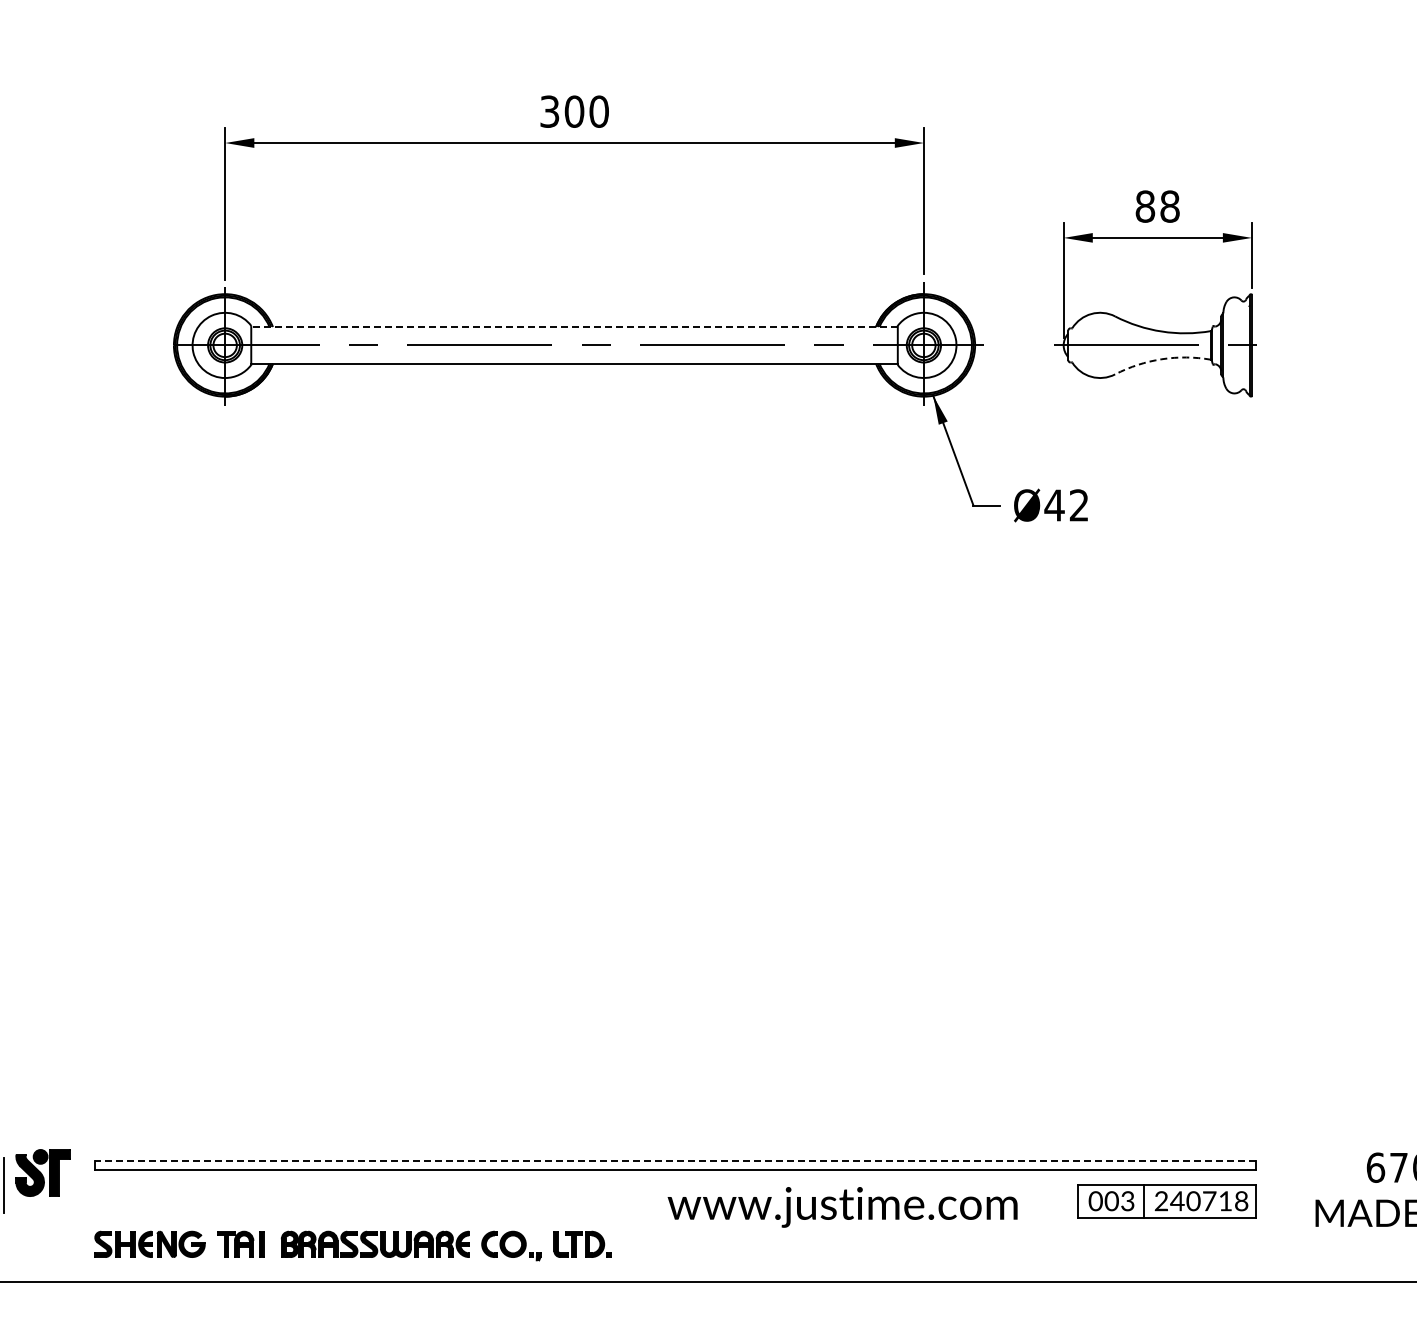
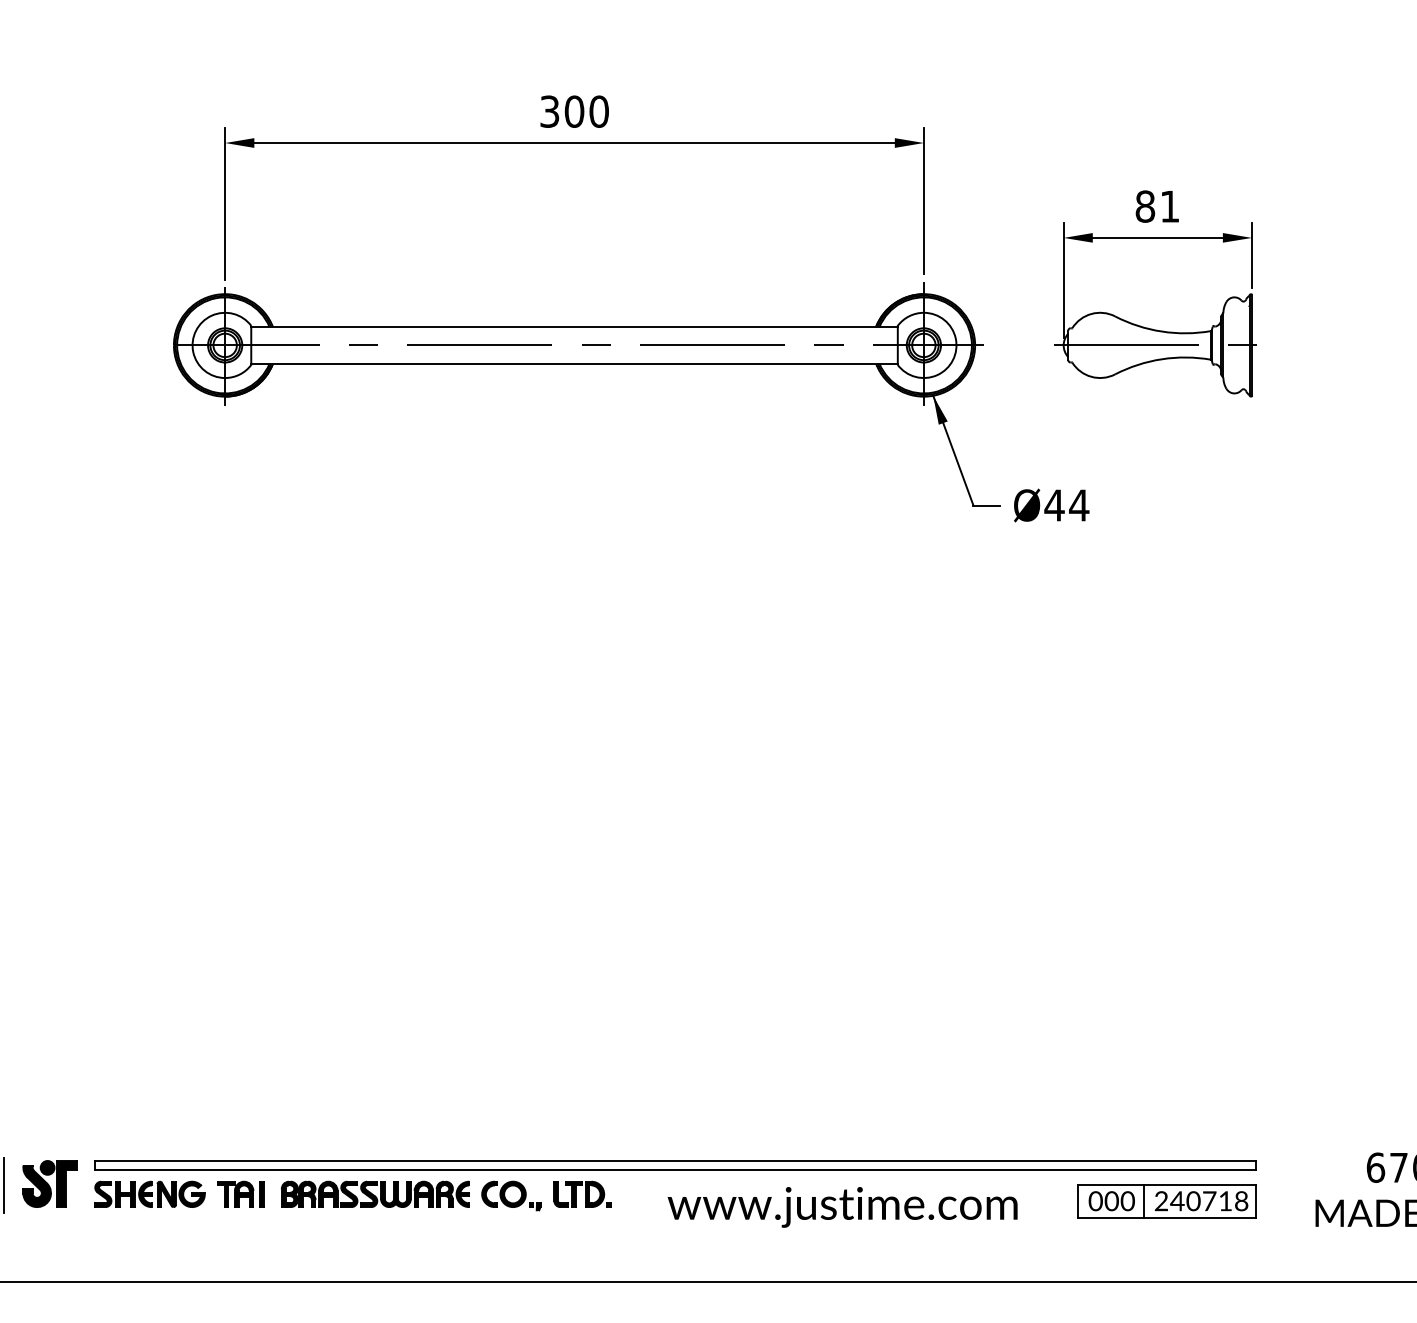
text at (1169, 206): 88 -> 81
line at (574, 327): dashed -> solid
arc at (1161, 359): dashed -> solid
text at (1079, 505): Ø42 -> Ø44
line at (675, 1160): dashed -> solid
part at (42, 1172) position: (42, 1172) -> (49, 1183)
text at (1127, 1200): 003 -> 000
part at (352, 1245) position: (352, 1245) -> (352, 1195)
